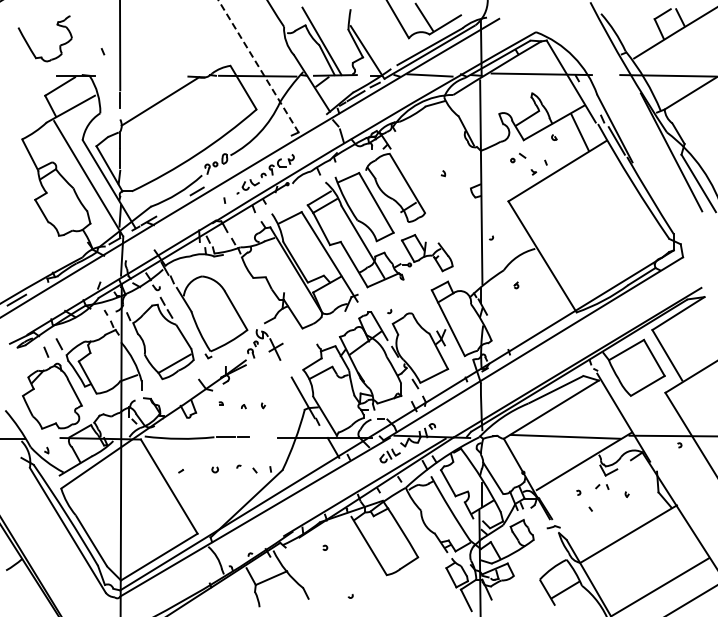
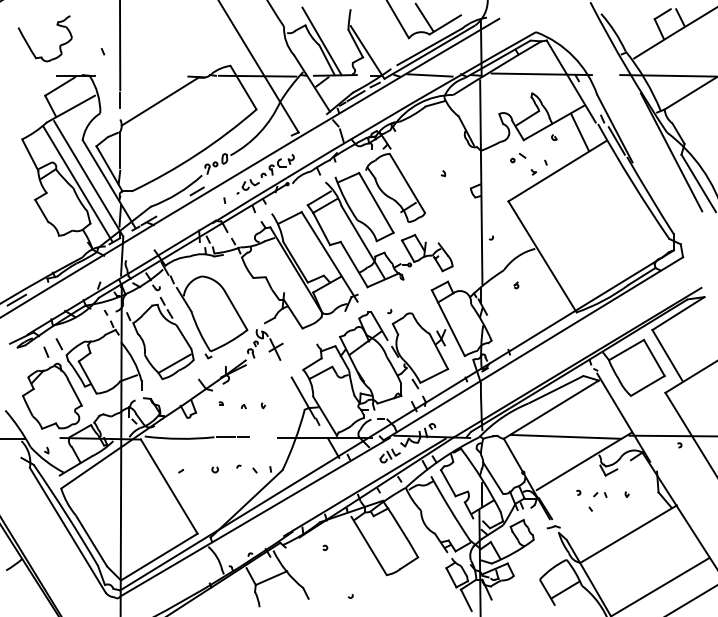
line at (258, 66): dashed -> solid
line at (77, 184): none -> present
part at (602, 486) position: (602, 486) -> (600, 494)
